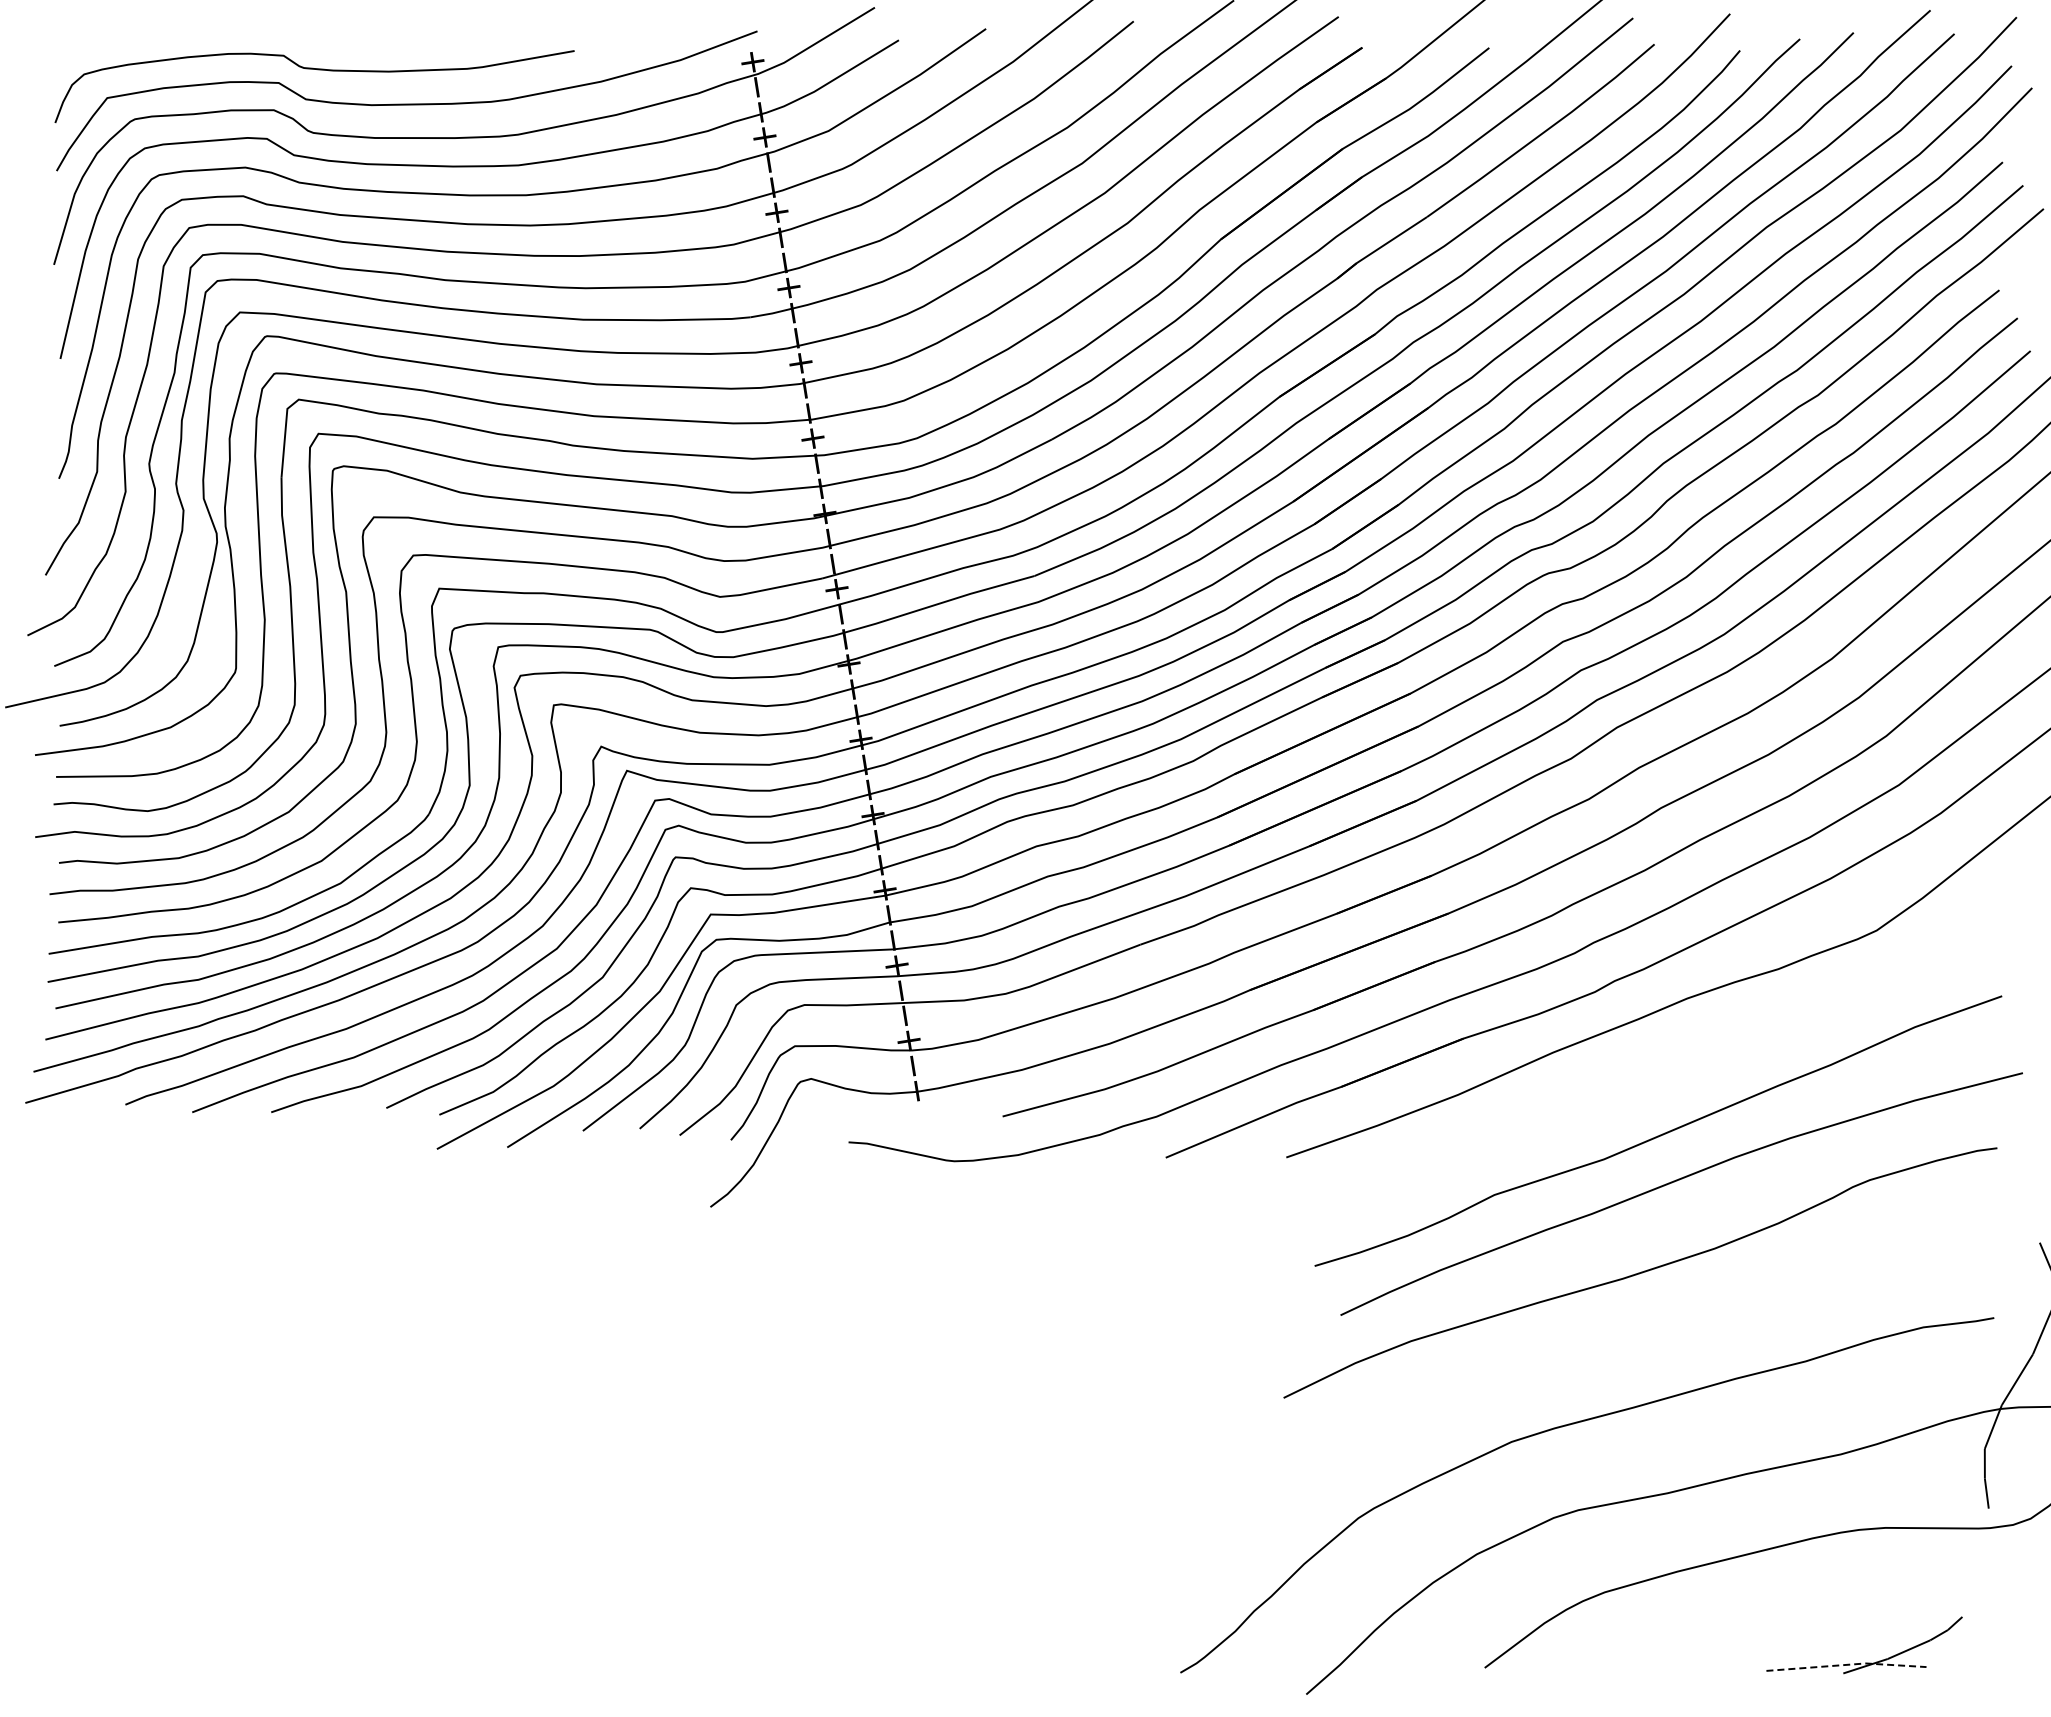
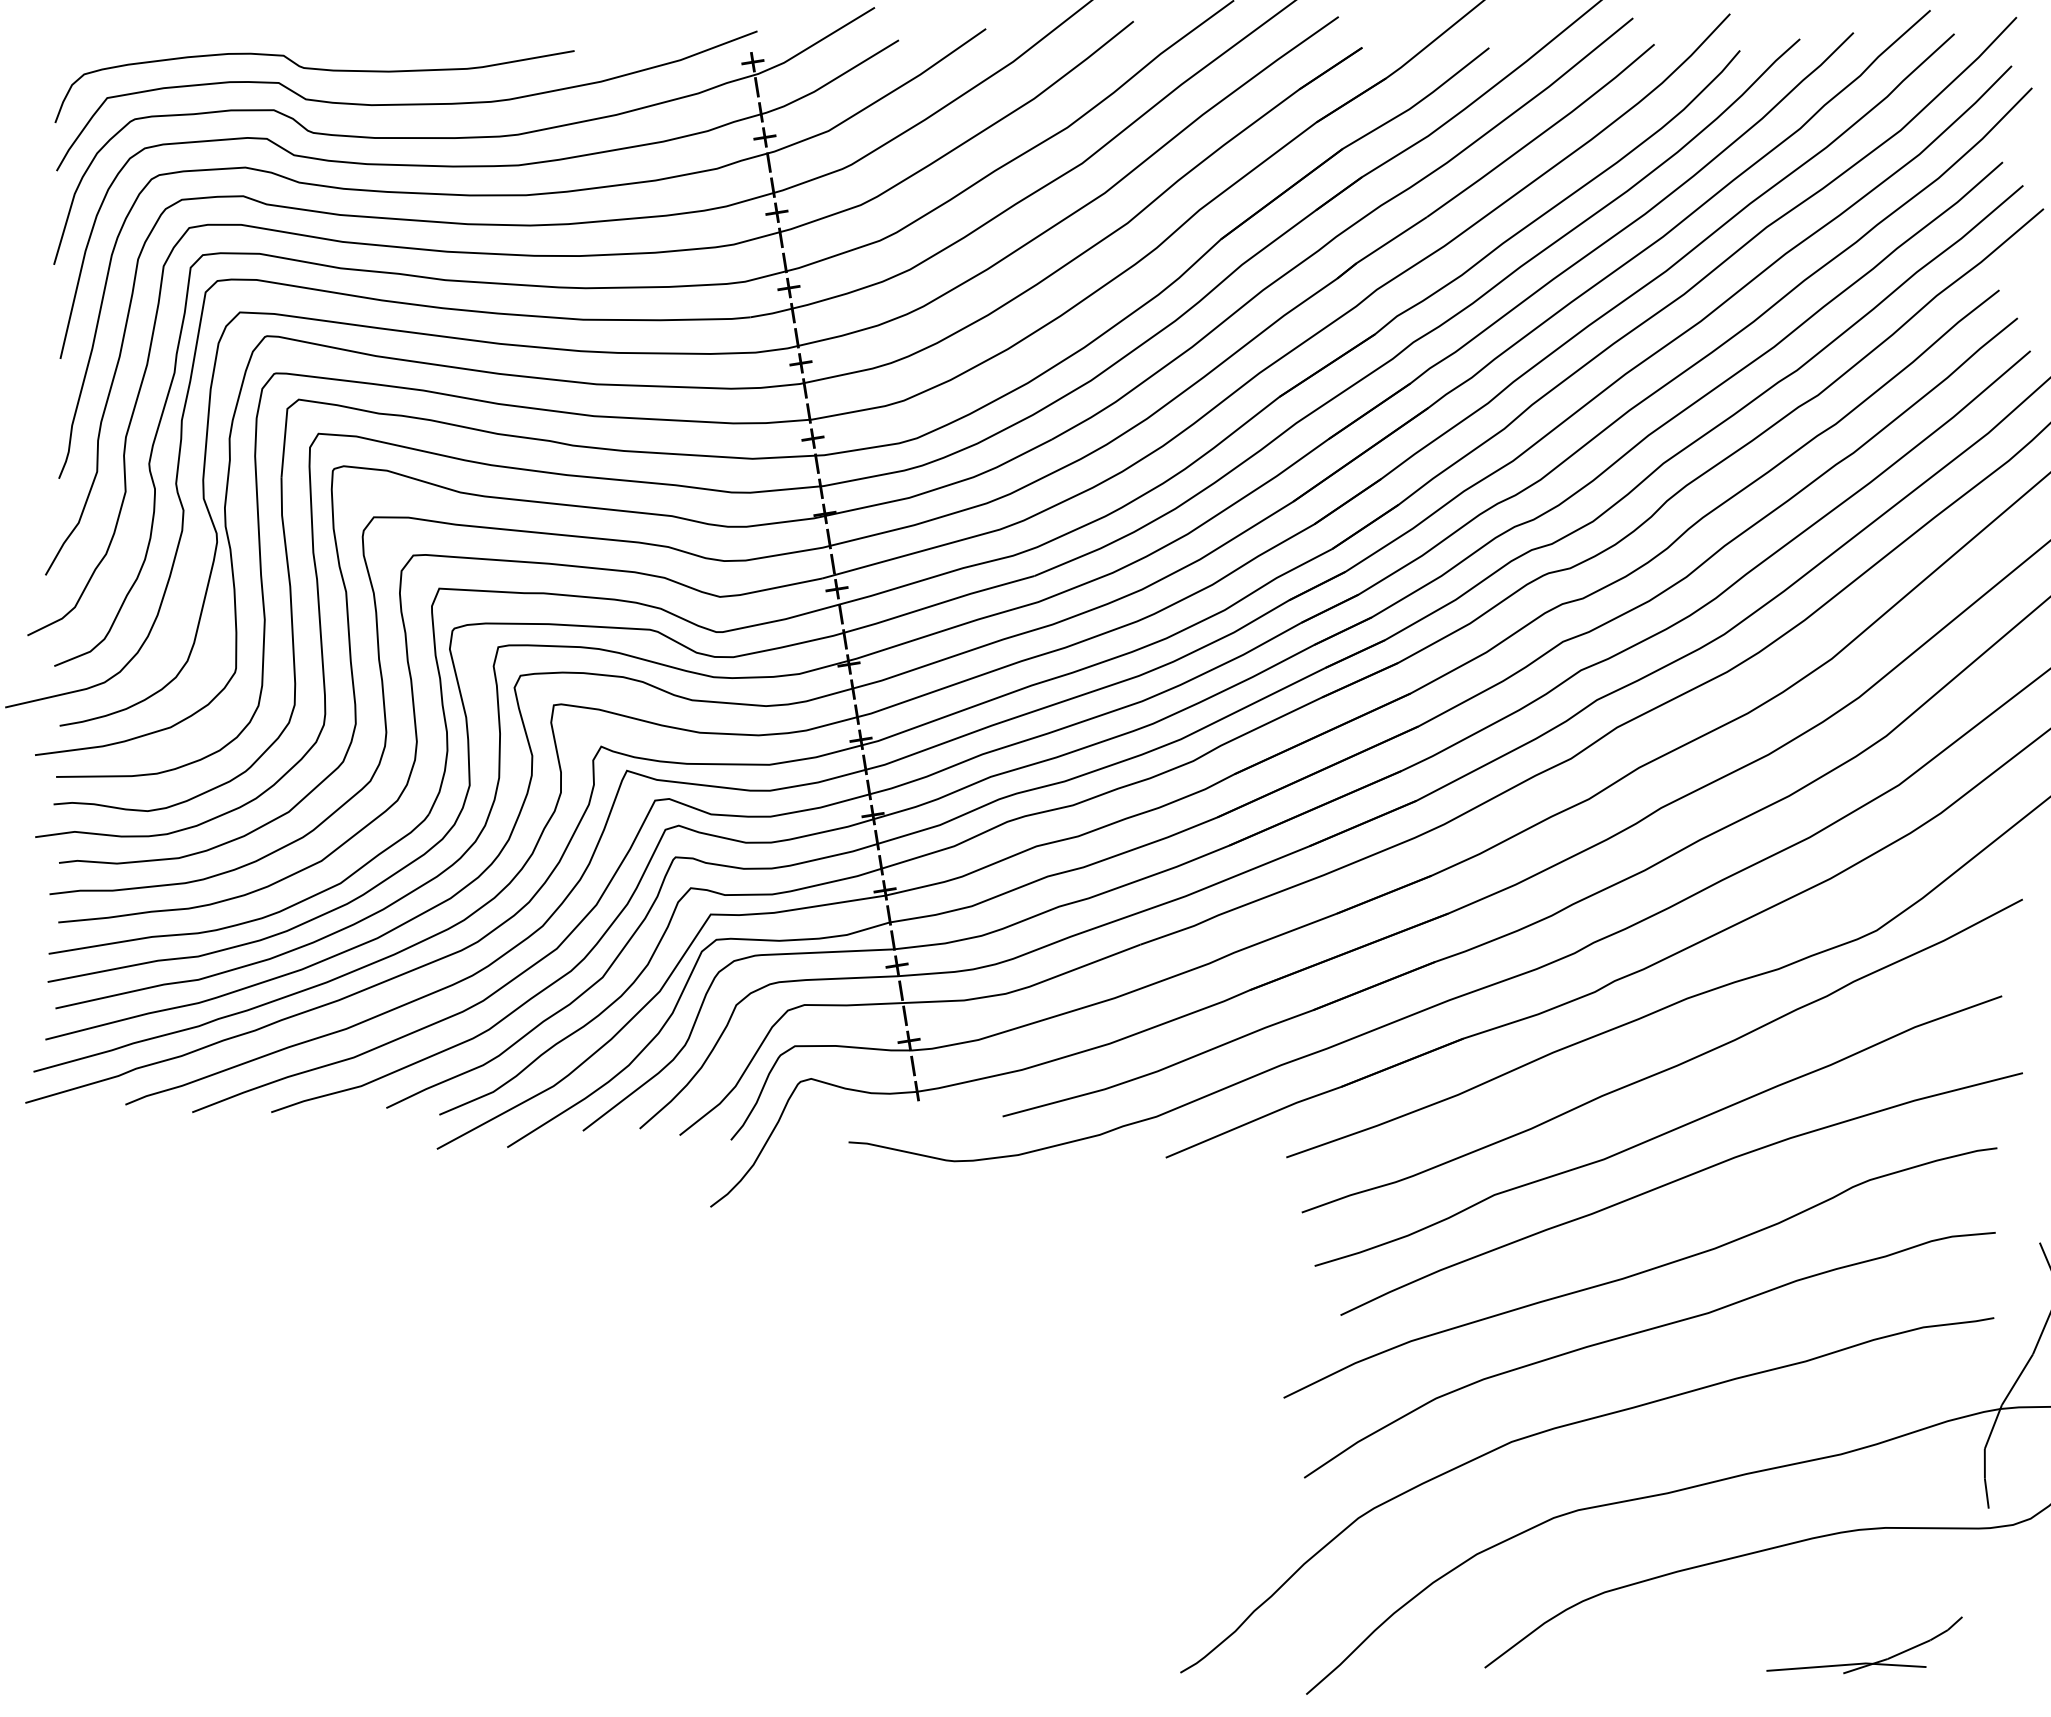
curve at (1667, 1068): none -> present
curve at (1643, 1332): none -> present
line at (1846, 1664): dashed -> solid
